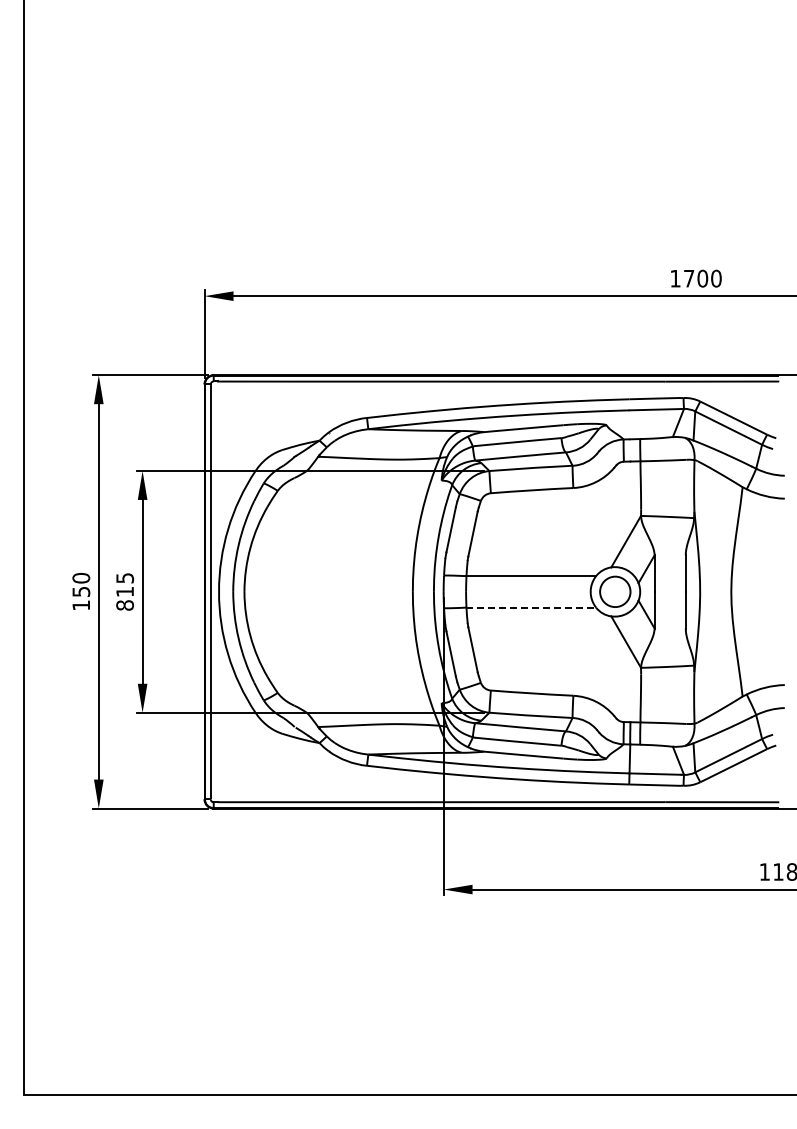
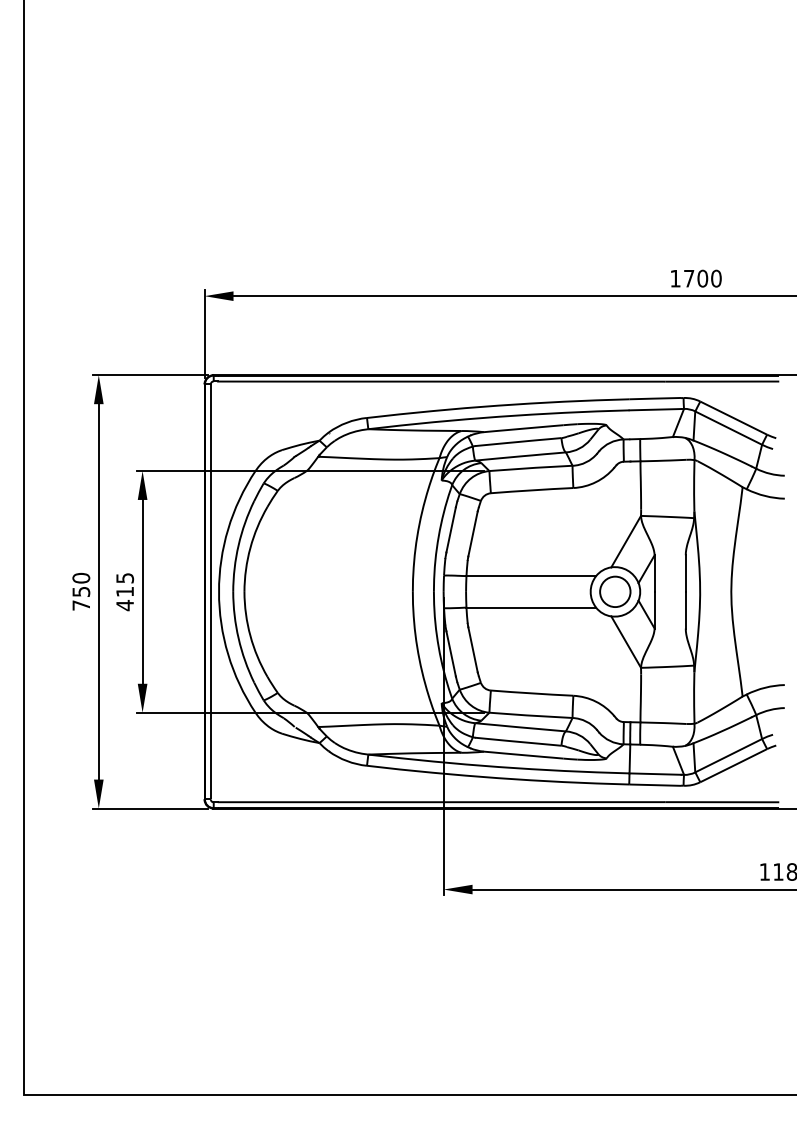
text at (80, 605): 150 -> 750
text at (125, 605): 815 -> 415
line at (531, 607): dashed -> solid
